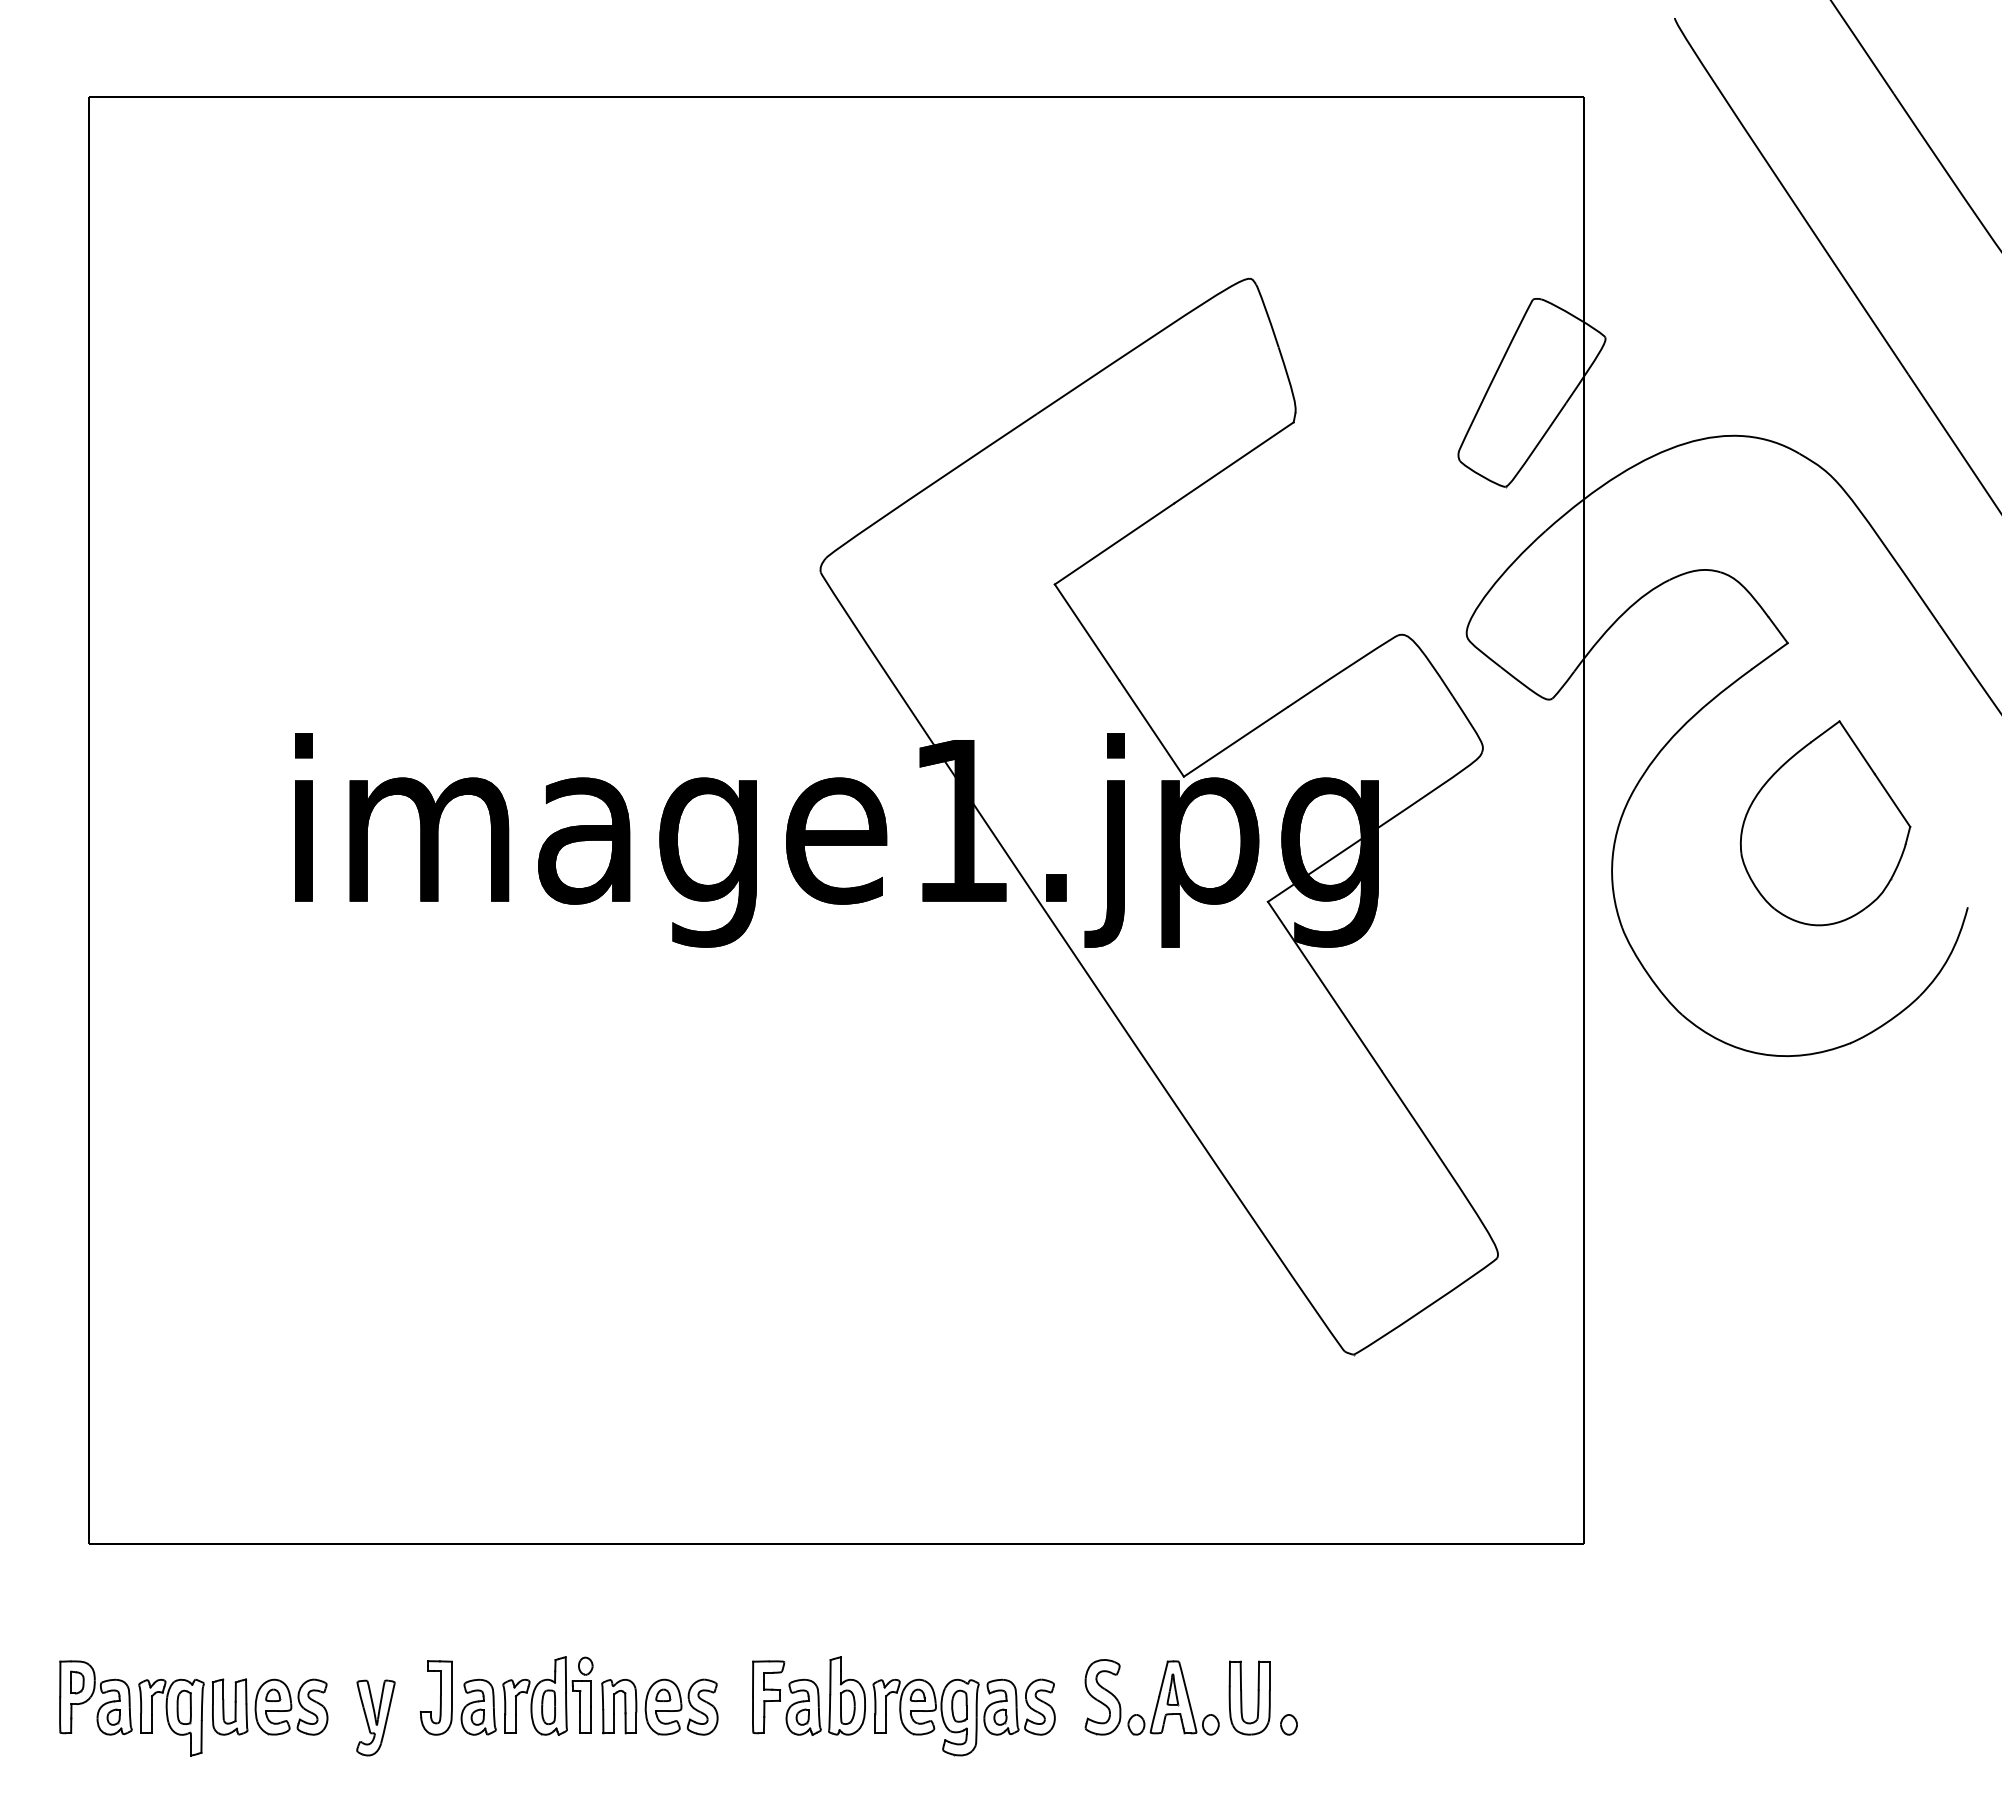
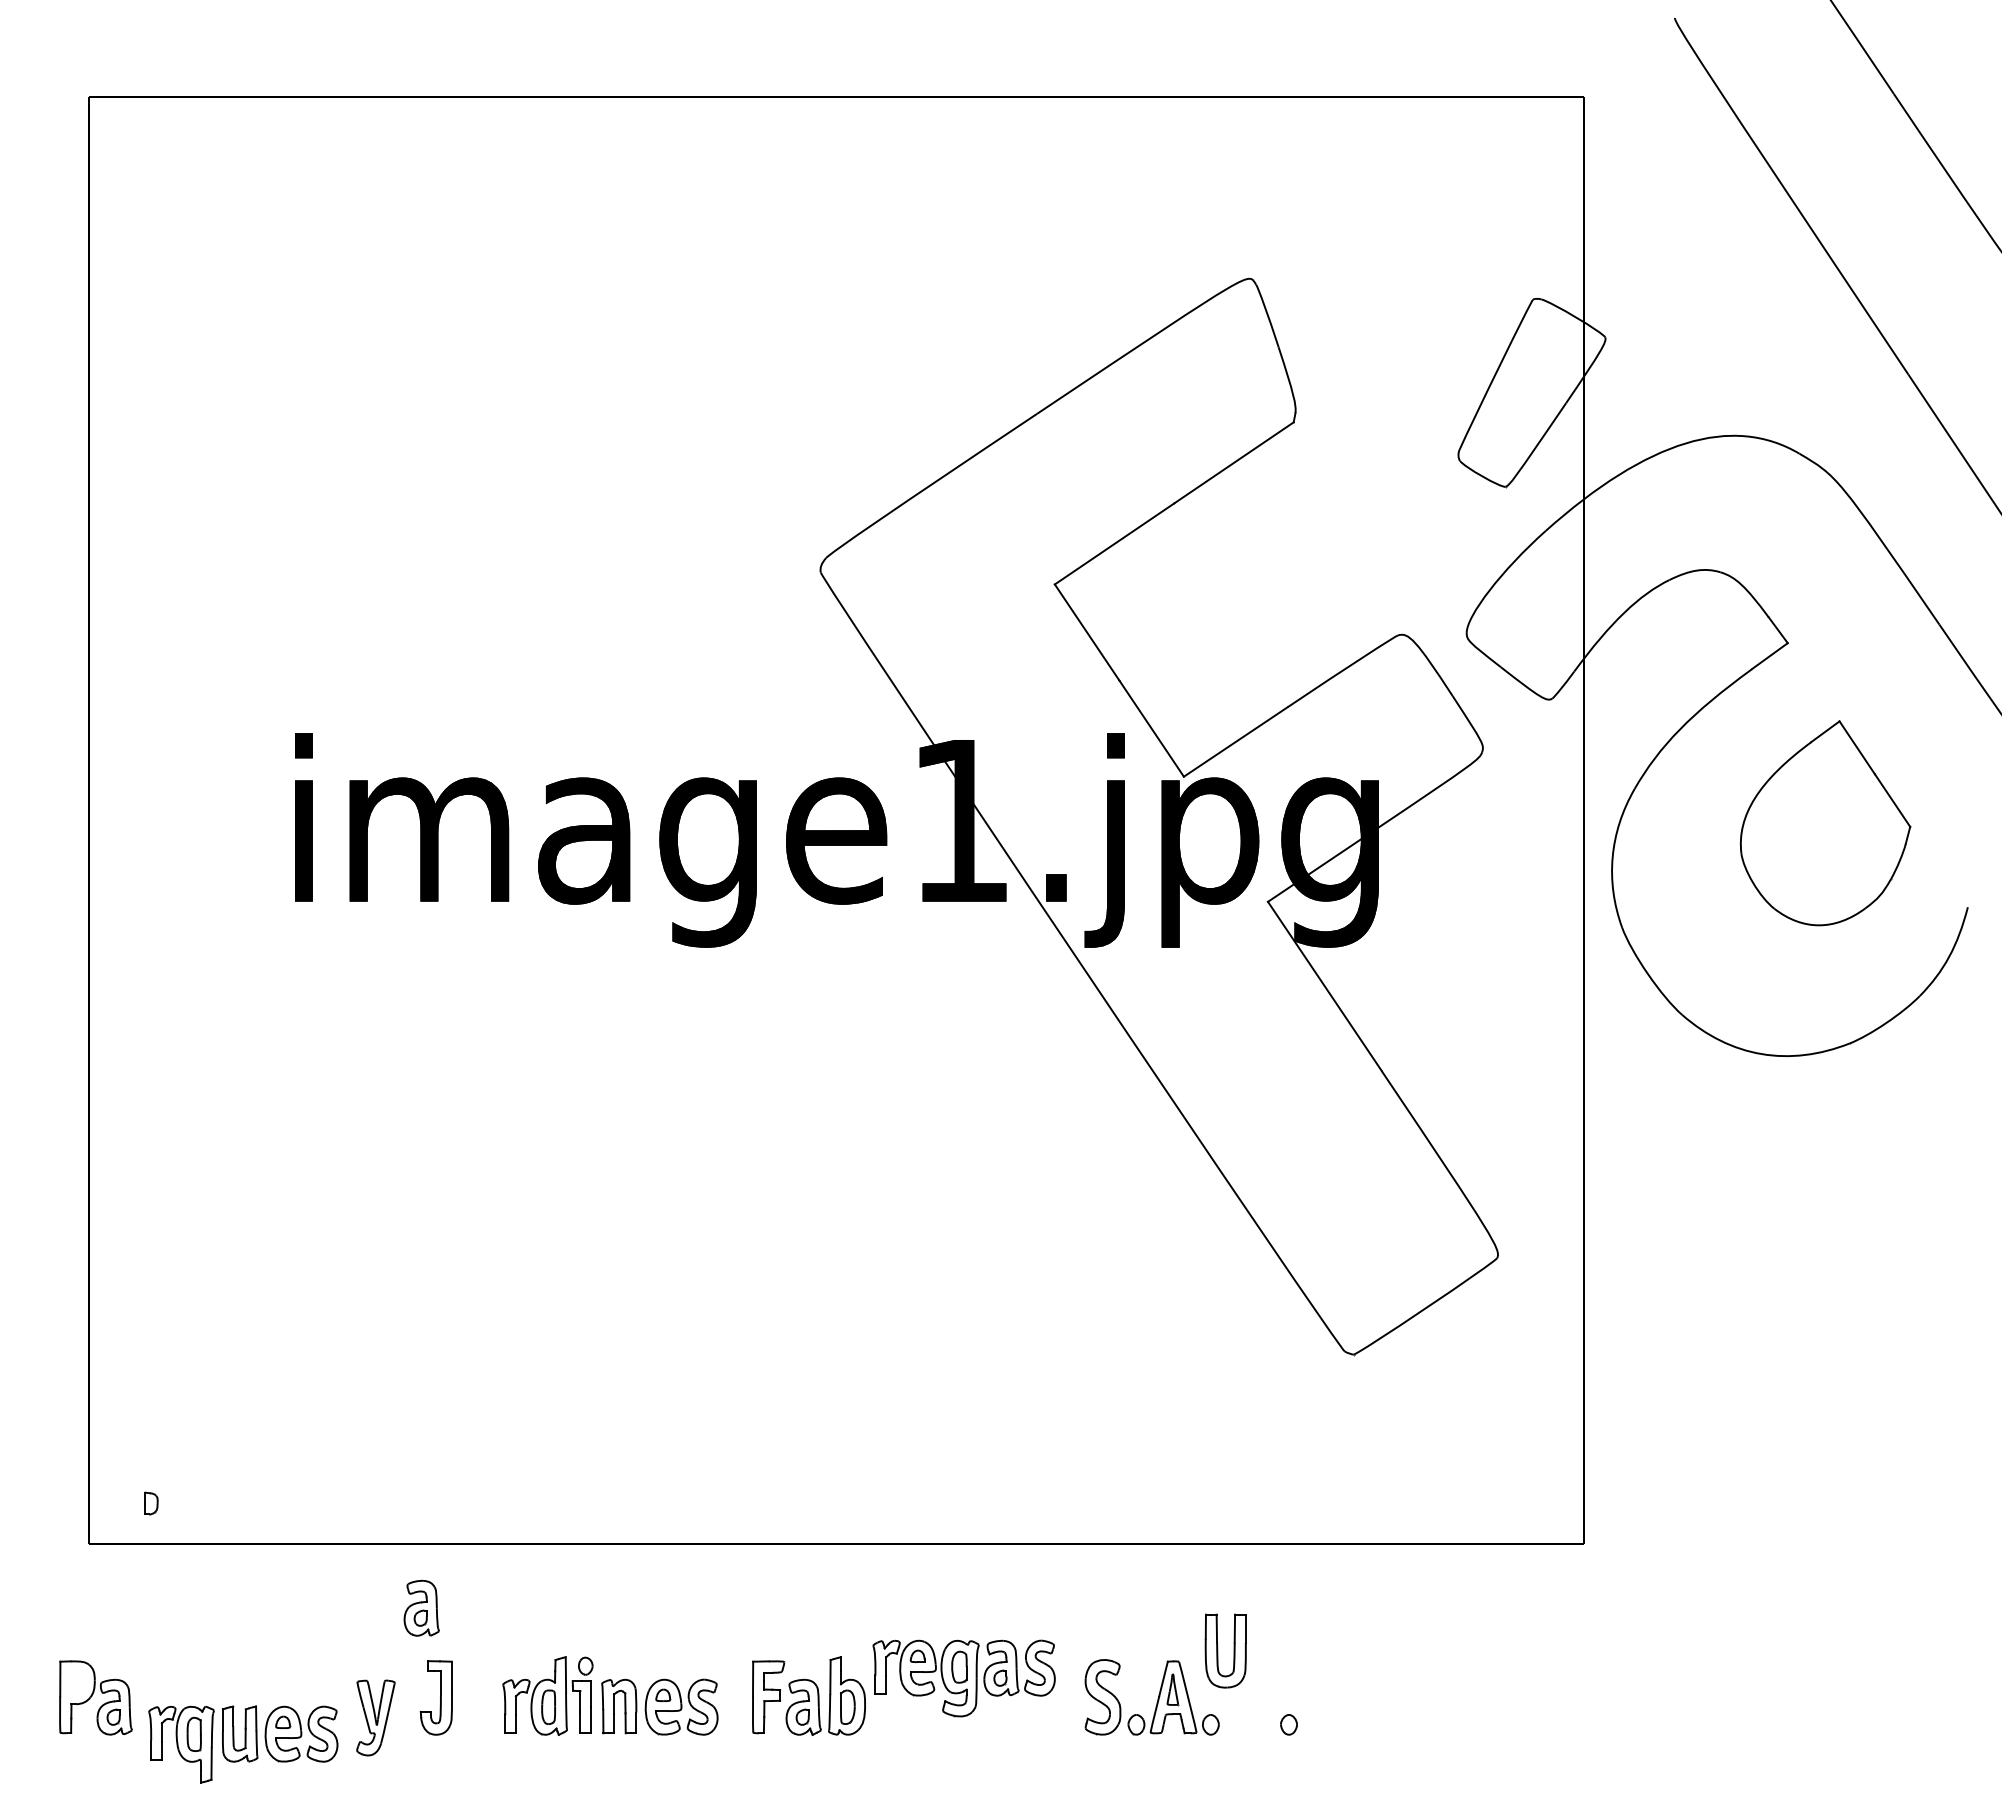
part at (77, 1682) position: (77, 1682) -> (151, 1503)
part at (1242, 1697) position: (1242, 1697) -> (1218, 1650)
part at (478, 1706) position: (478, 1706) -> (421, 1607)
part at (233, 1717) position: (233, 1717) -> (243, 1744)
part at (963, 1717) position: (963, 1717) -> (963, 1678)
